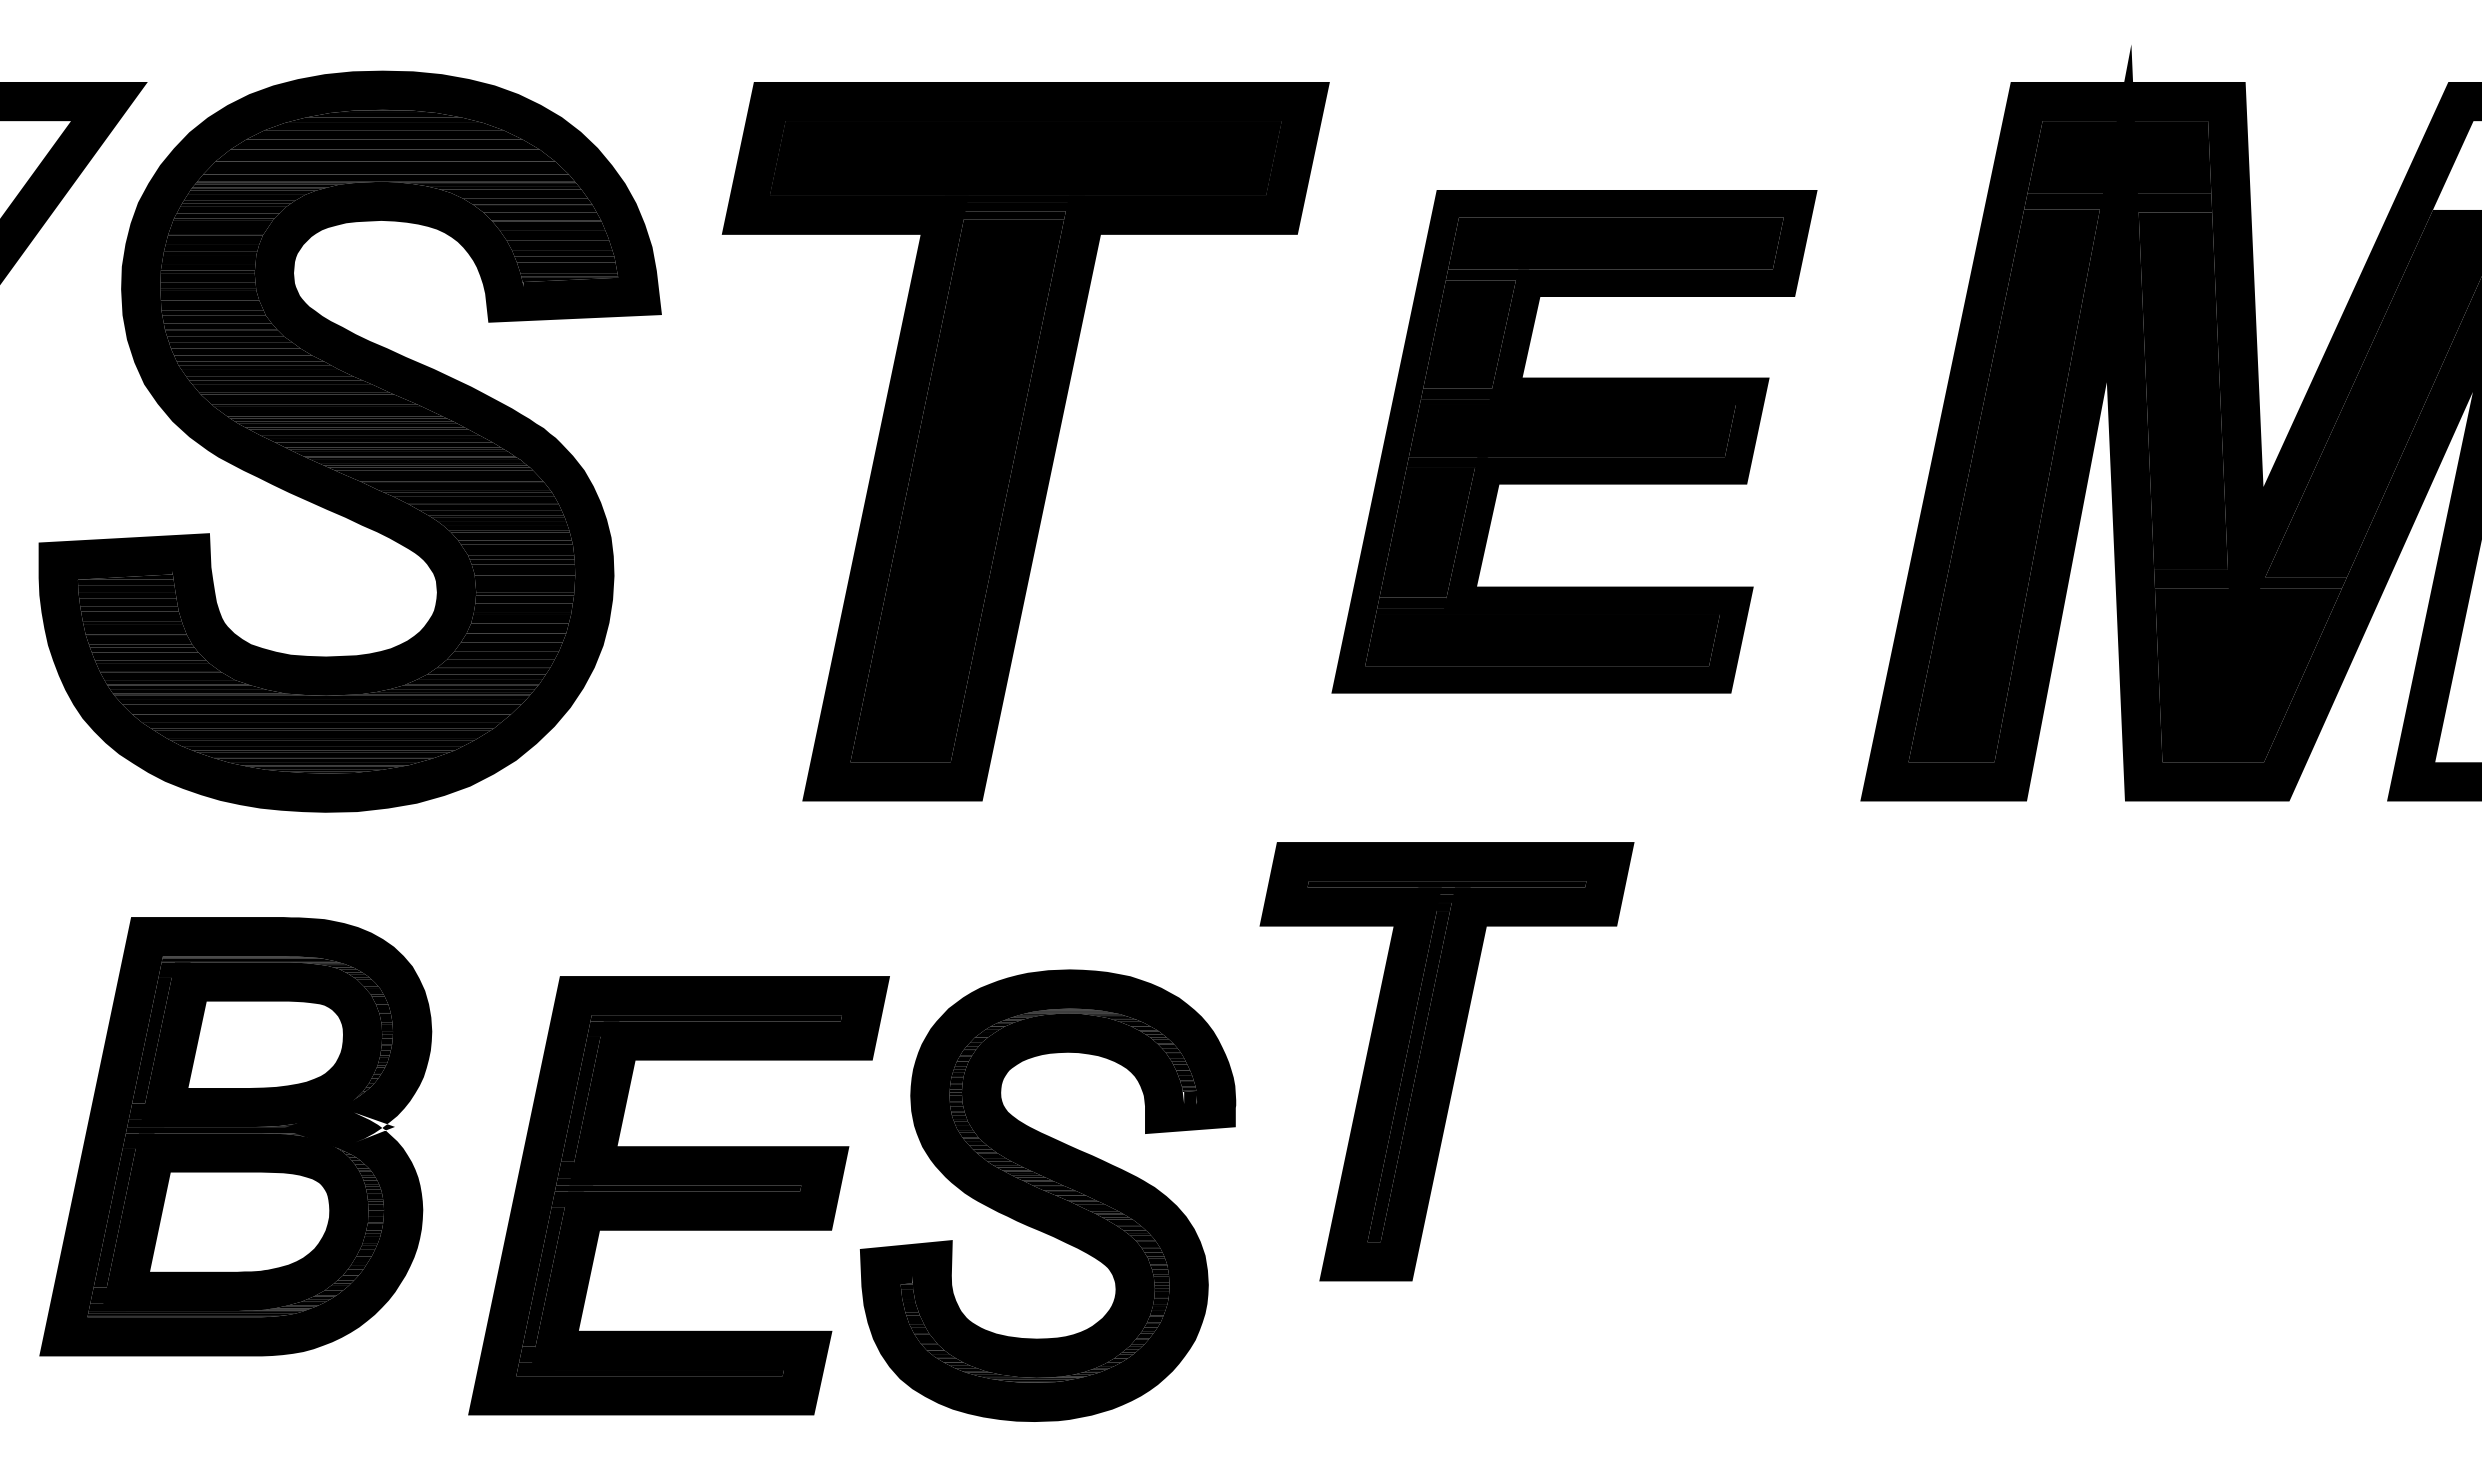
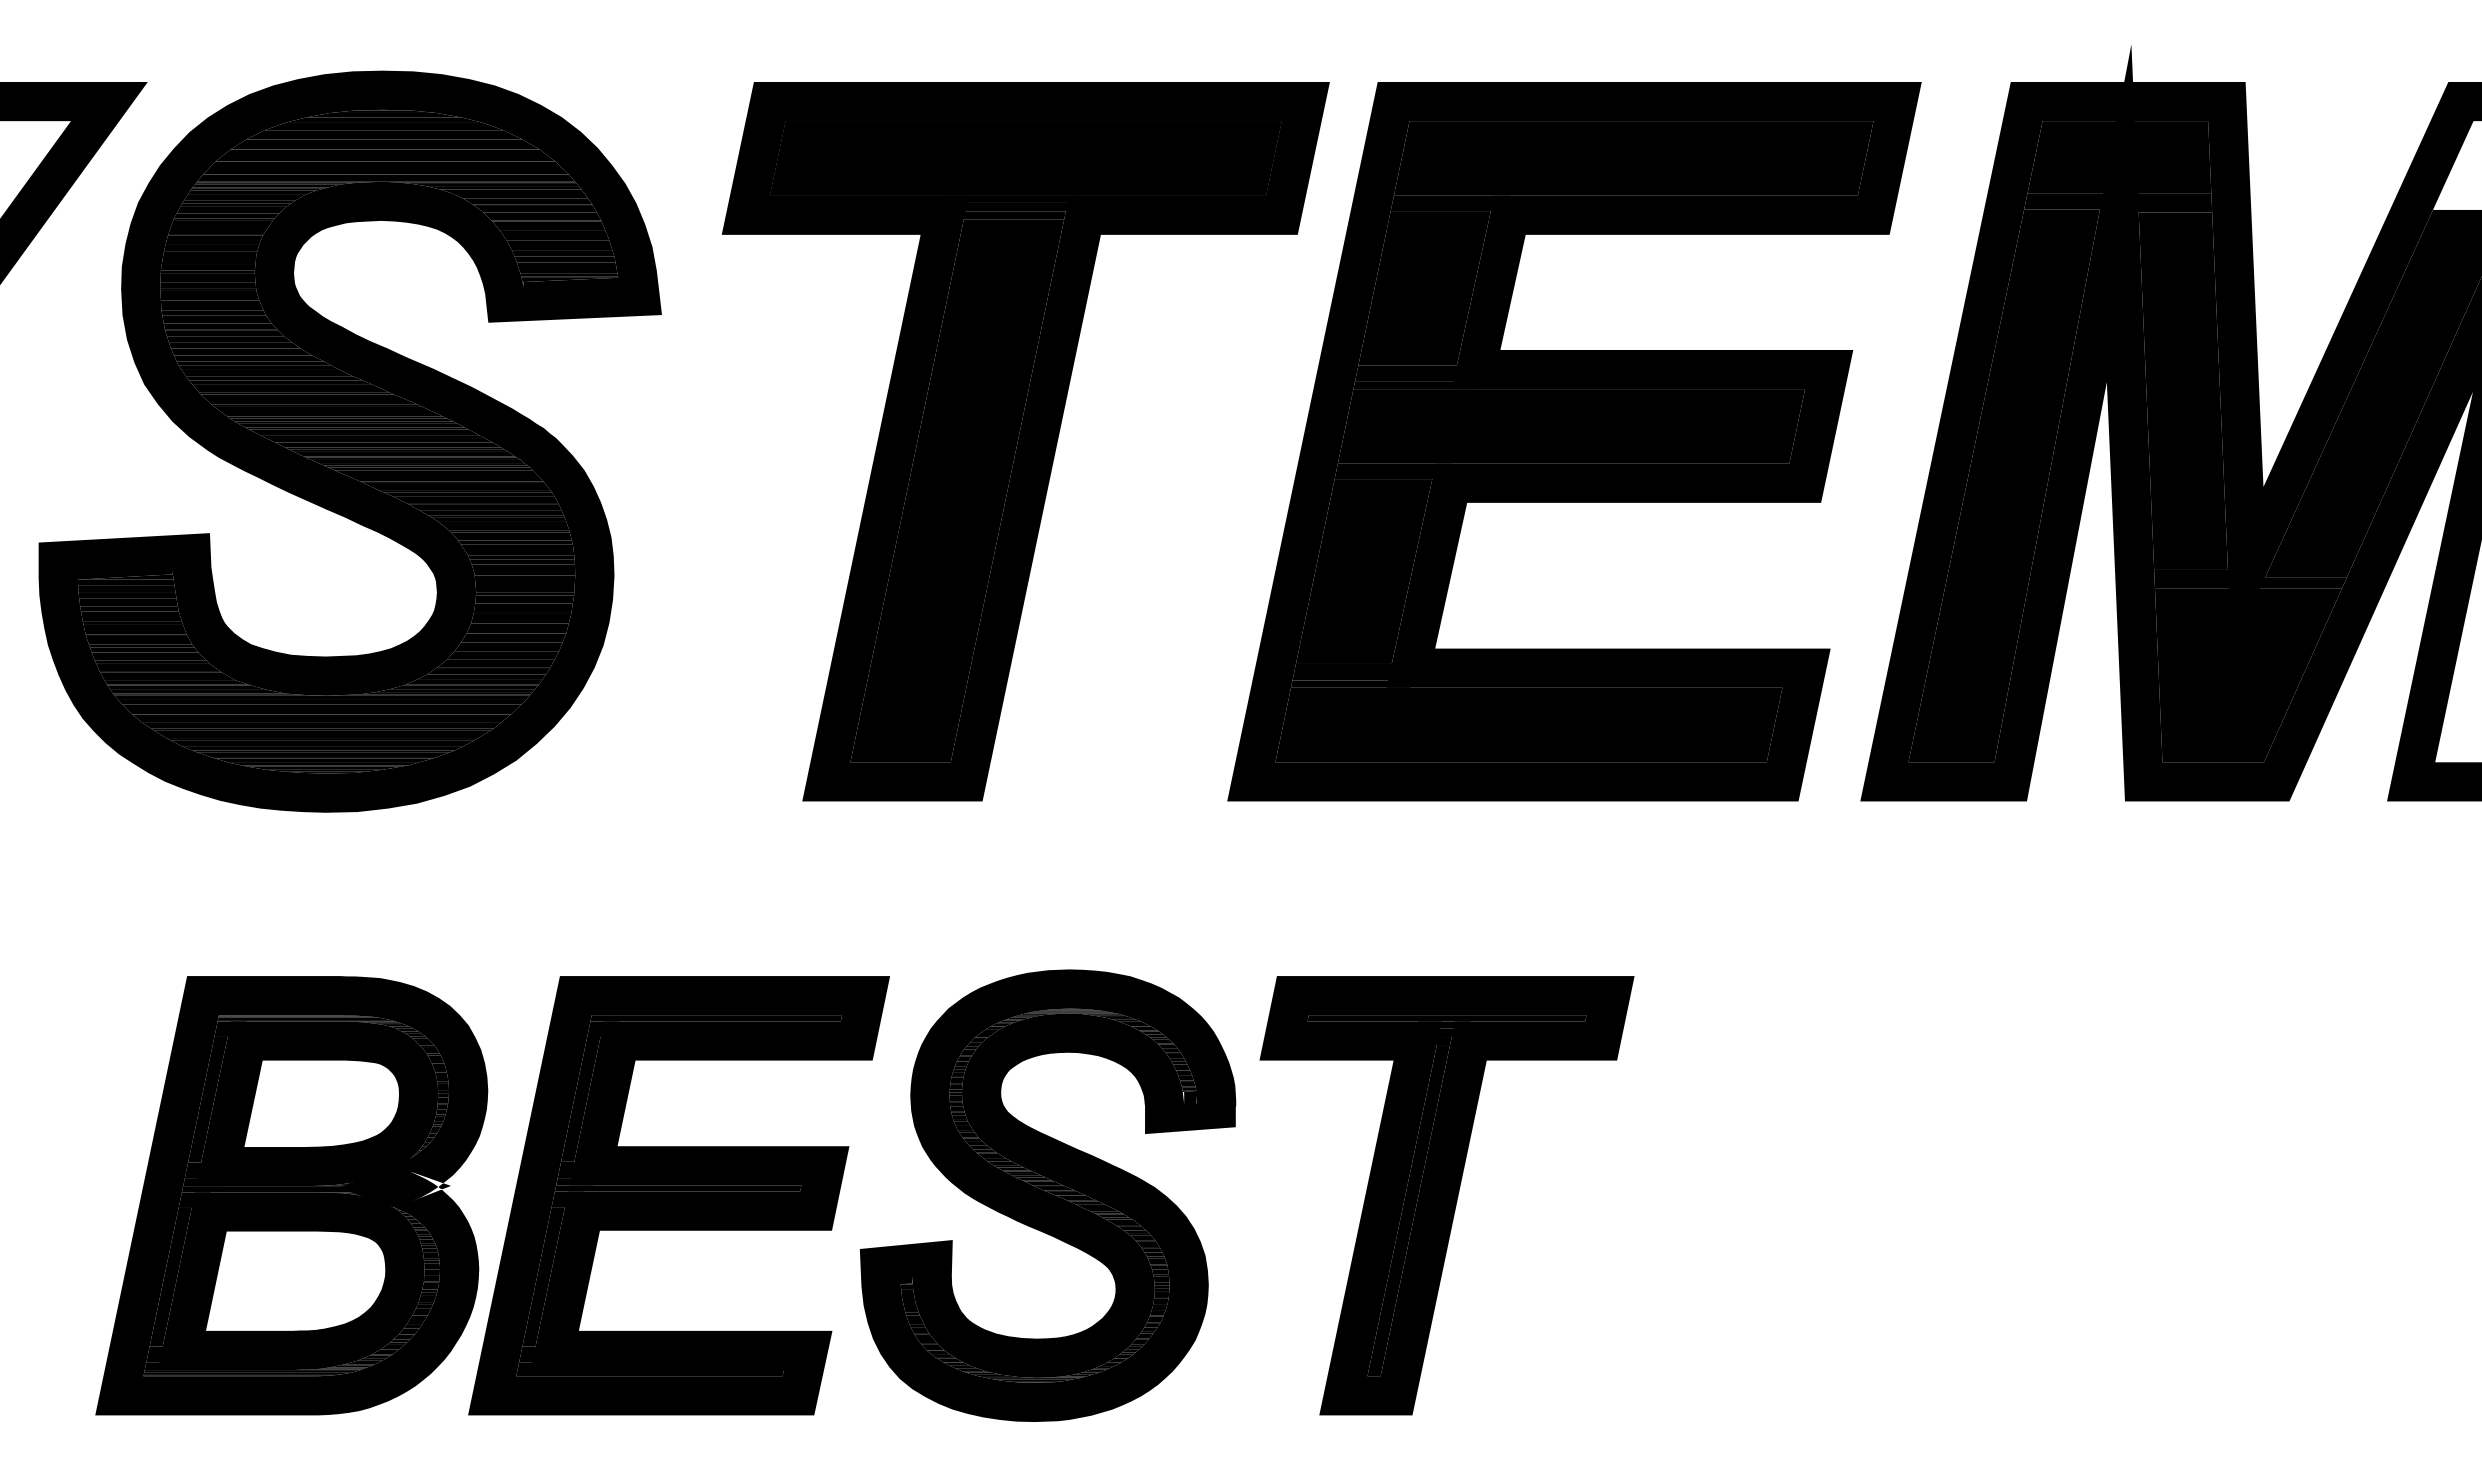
part at (1574, 441) size: 487x504 px -> 695x720 px
part at (1446, 1061) position: (1446, 1061) -> (1446, 1195)
part at (235, 1136) position: (235, 1136) -> (291, 1195)
